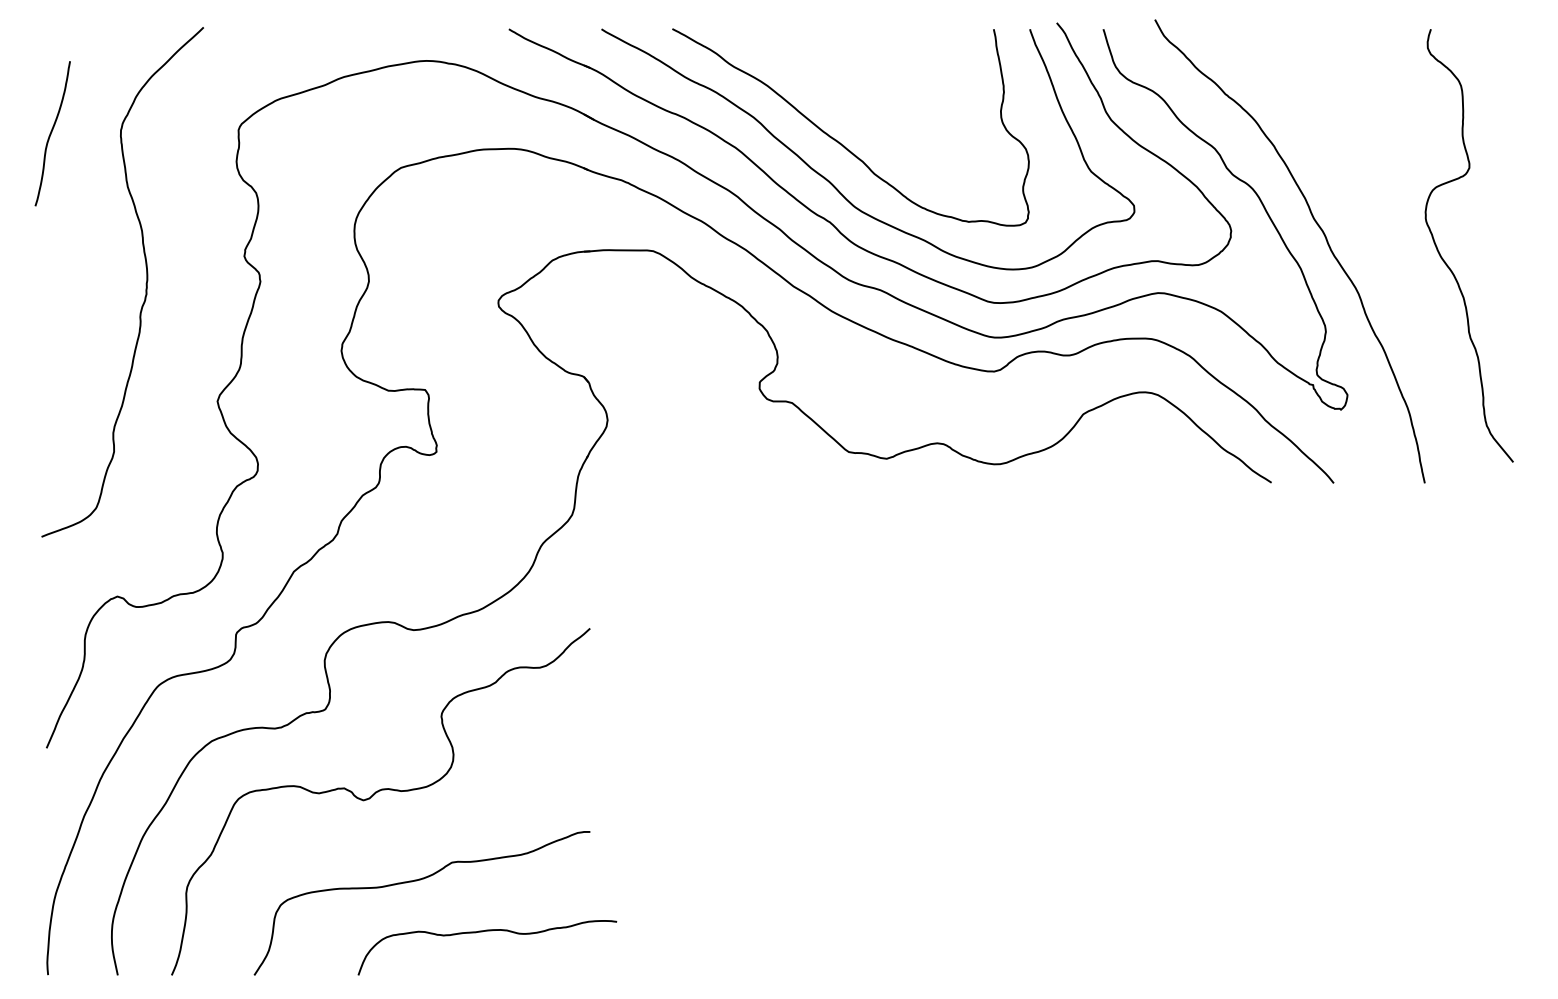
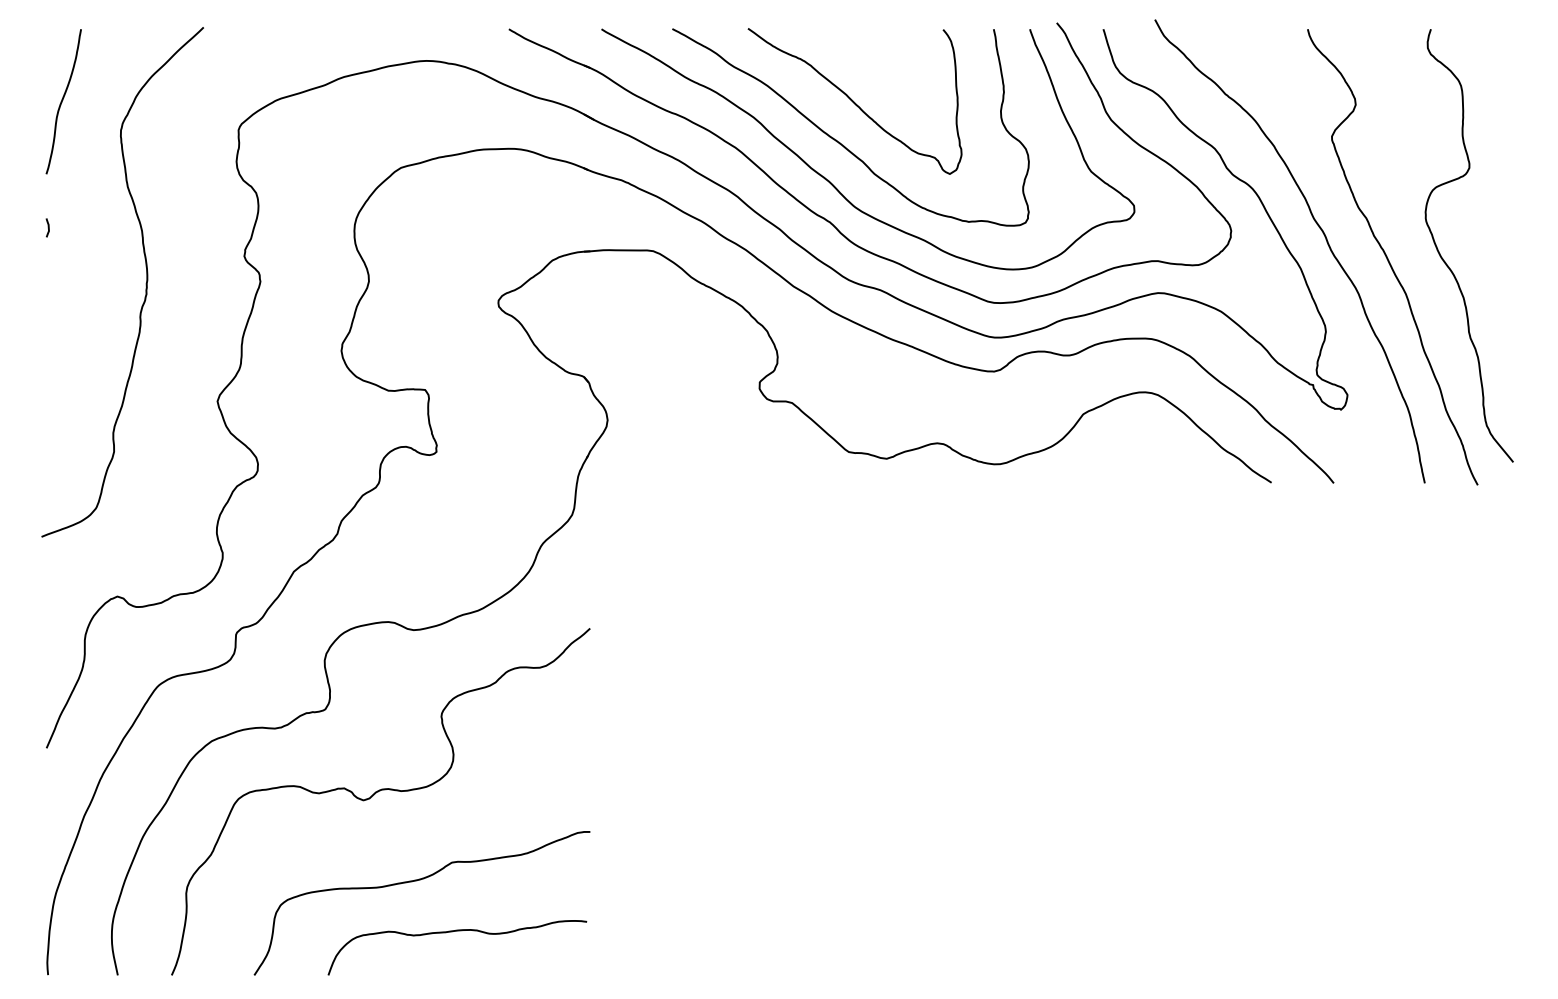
curve at (854, 101): none -> present
curve at (52, 132) position: (52, 132) -> (63, 100)
curve at (47, 227): none -> present
curve at (1388, 258): none -> present
curve at (482, 932) position: (482, 932) -> (452, 932)
